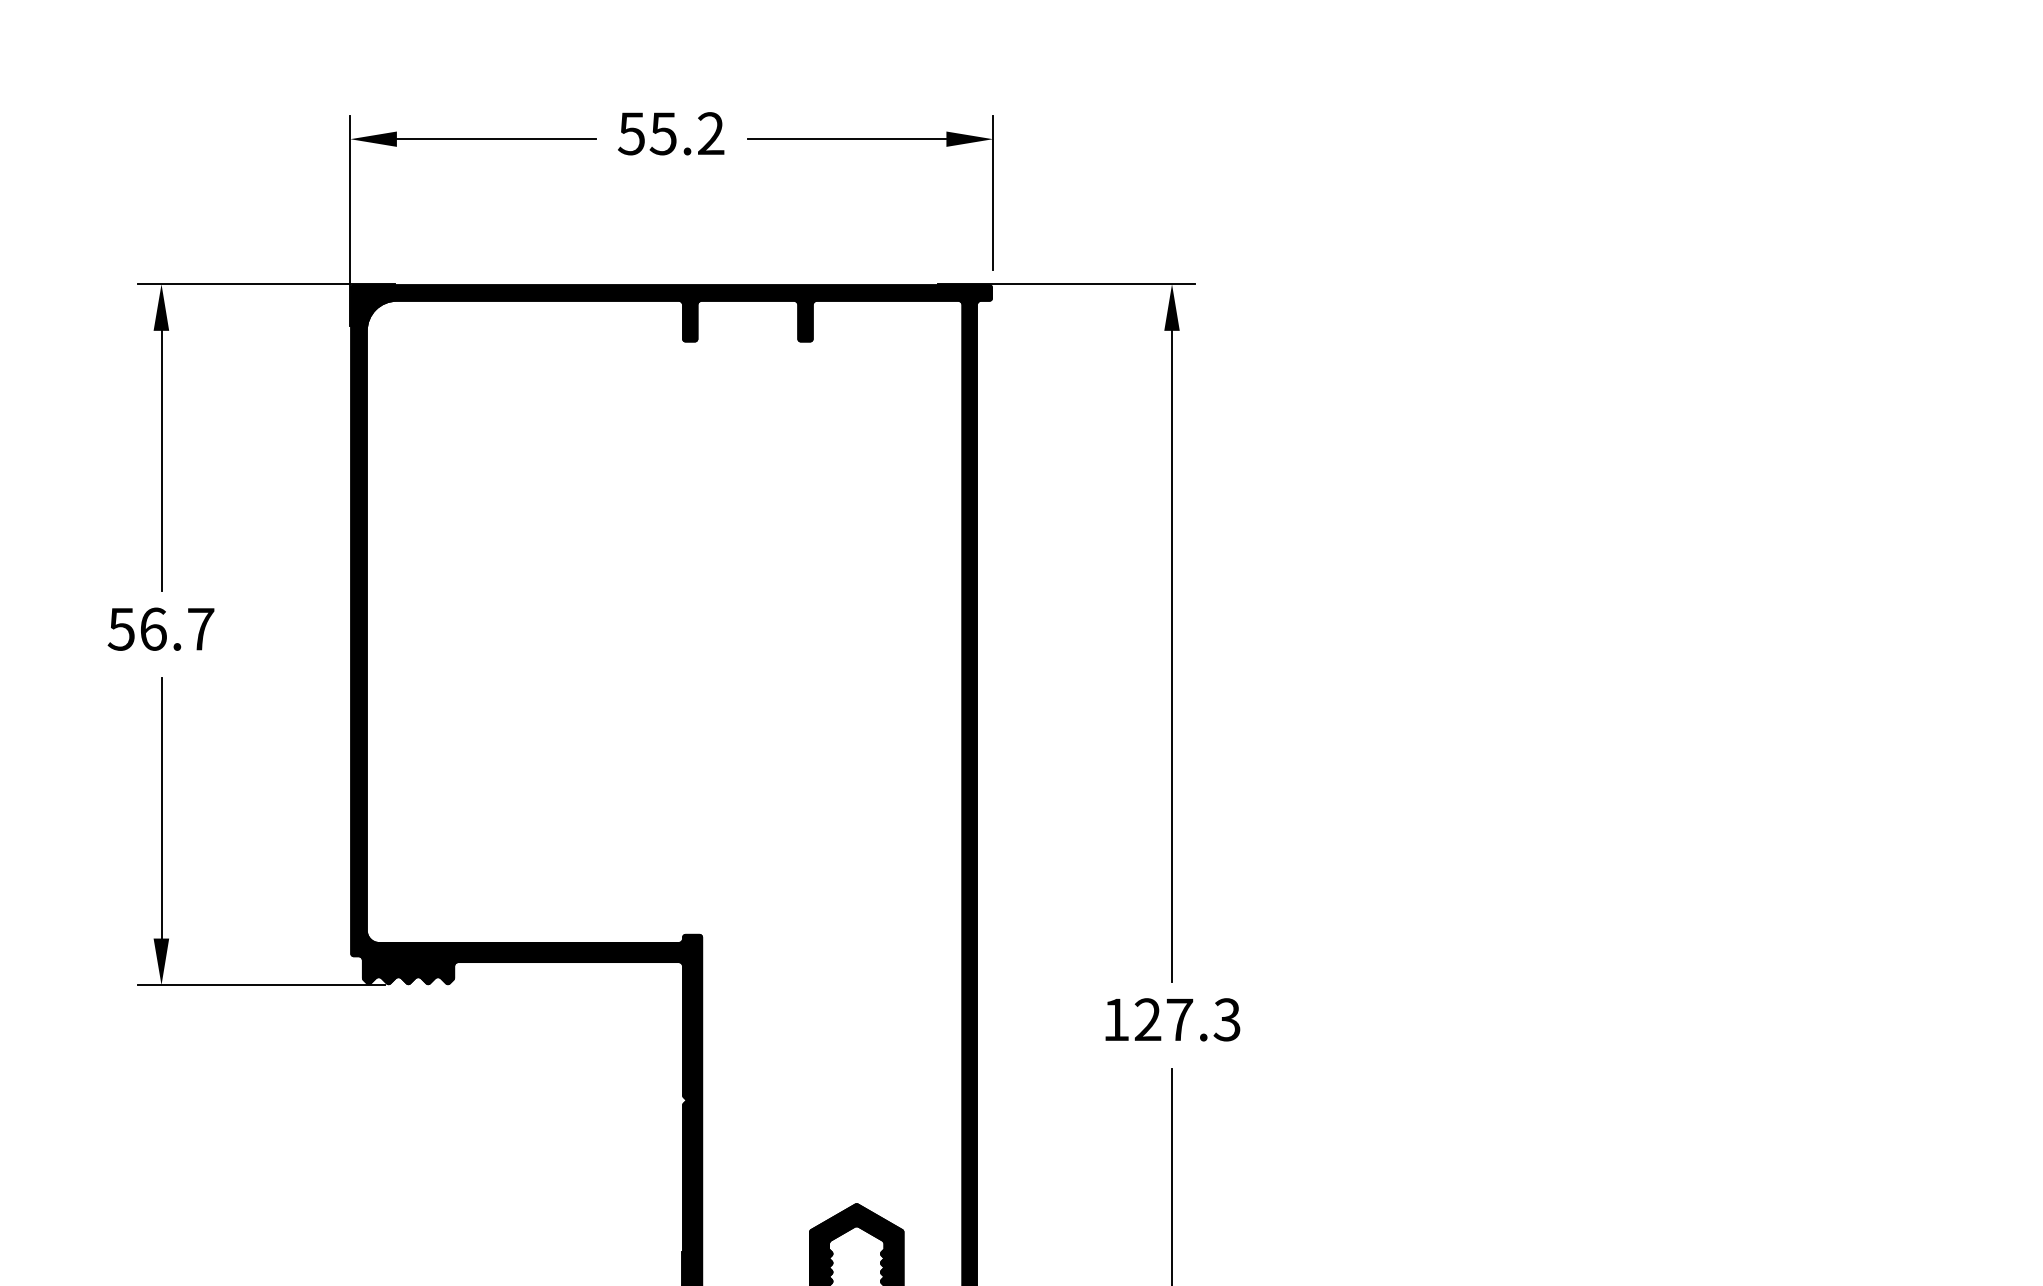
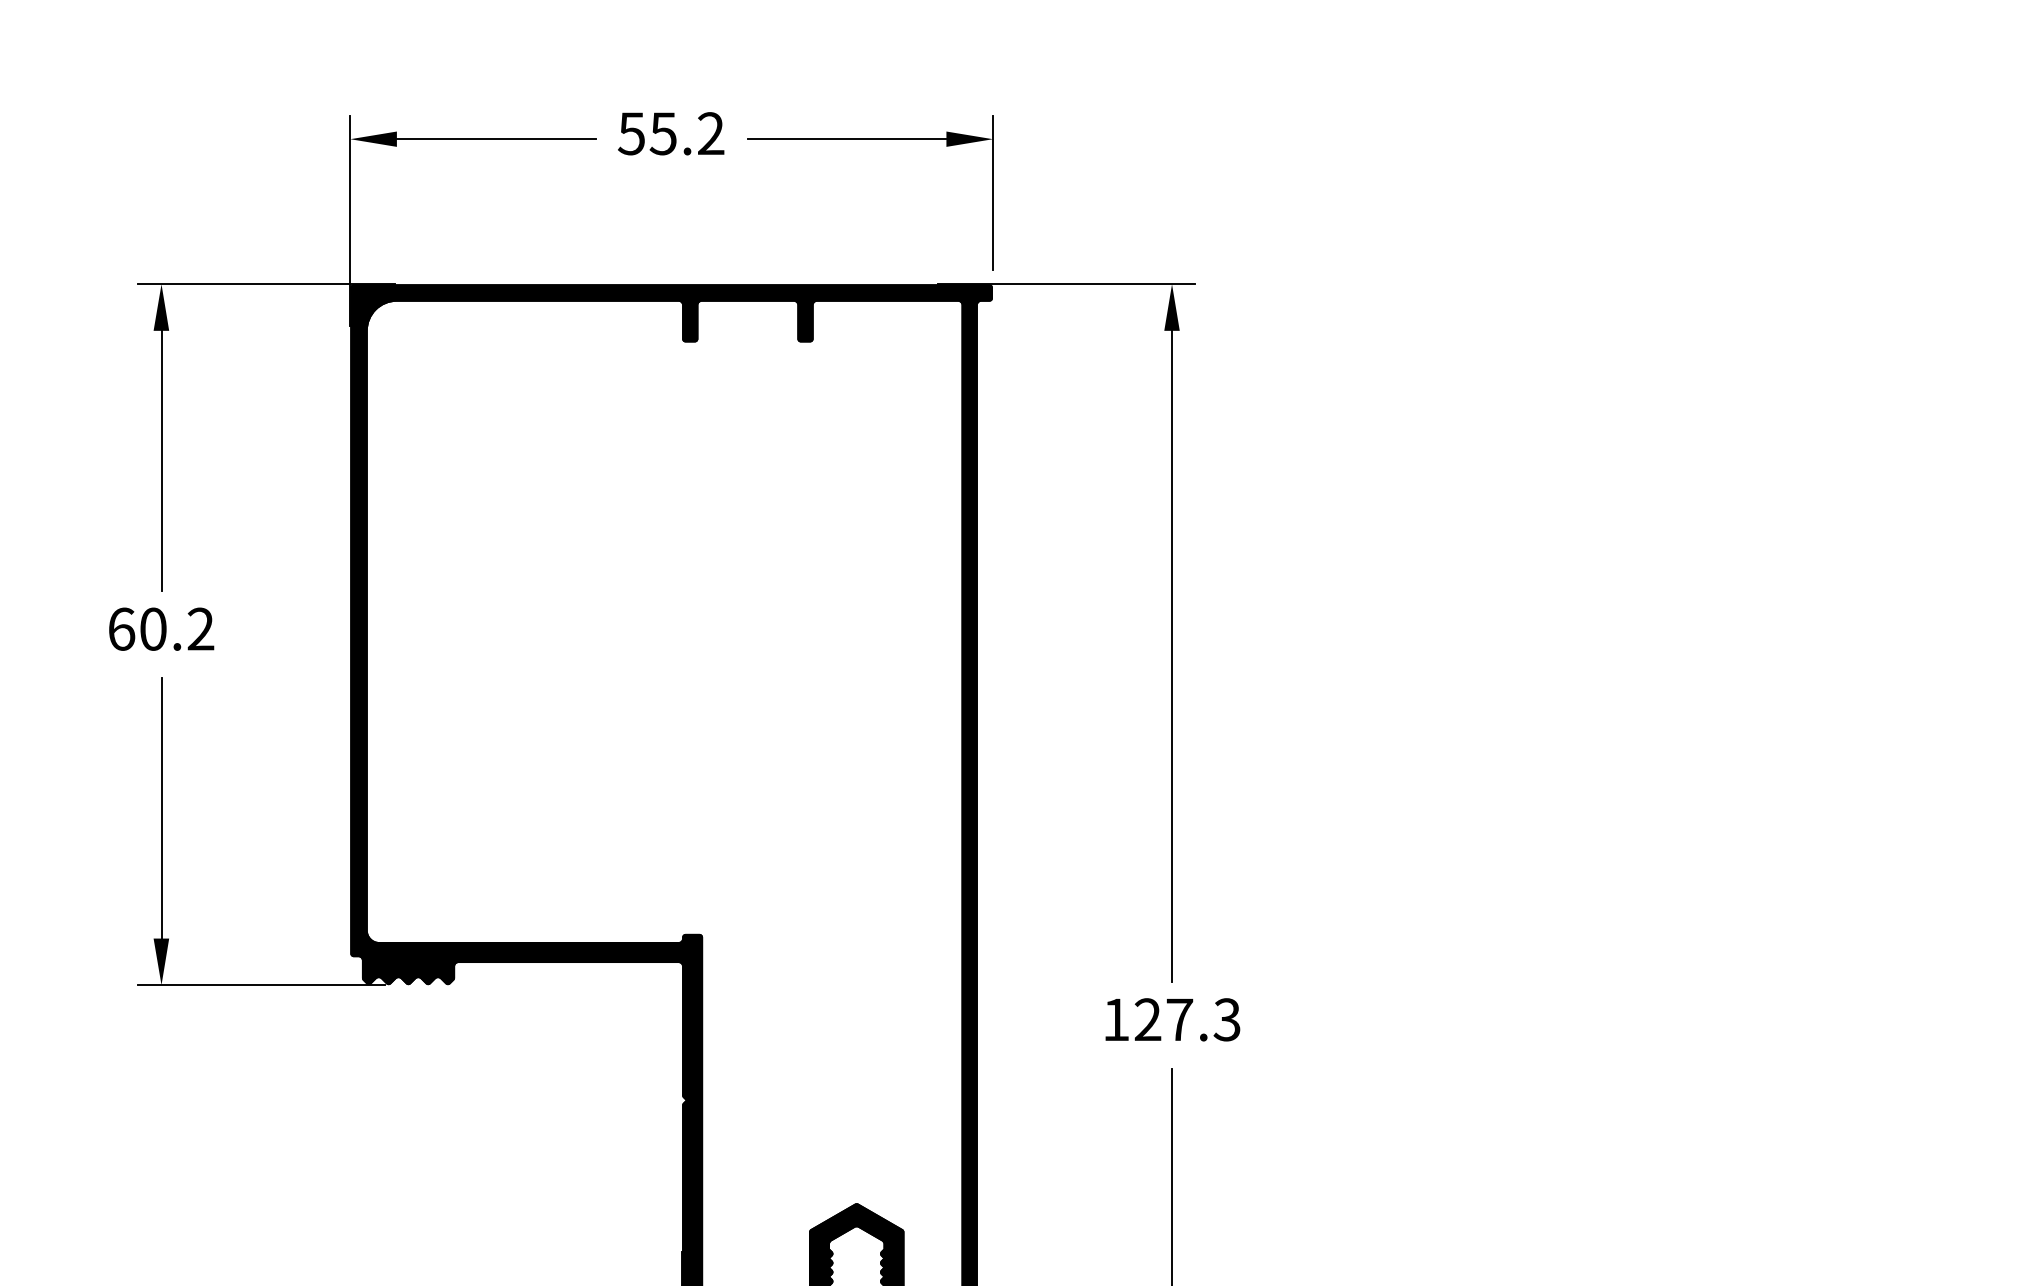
text at (160, 628): 56.7 -> 60.2
